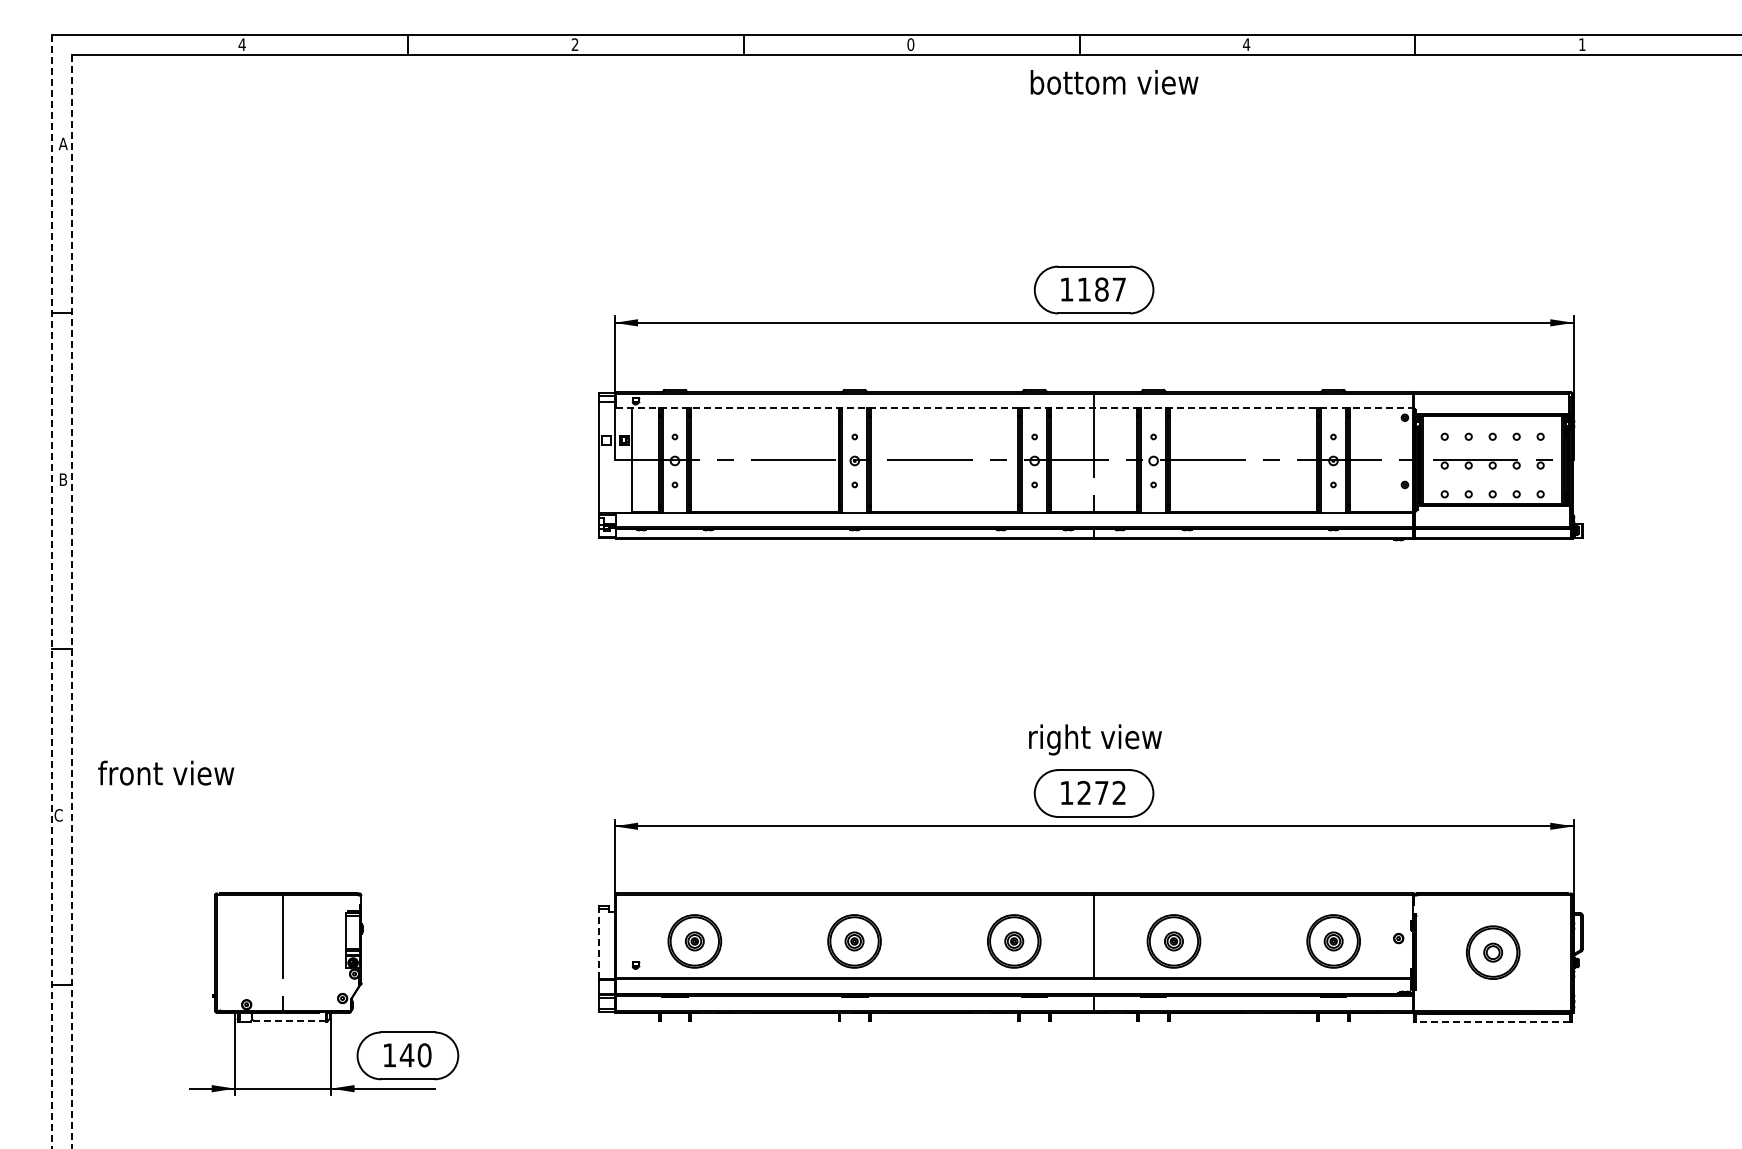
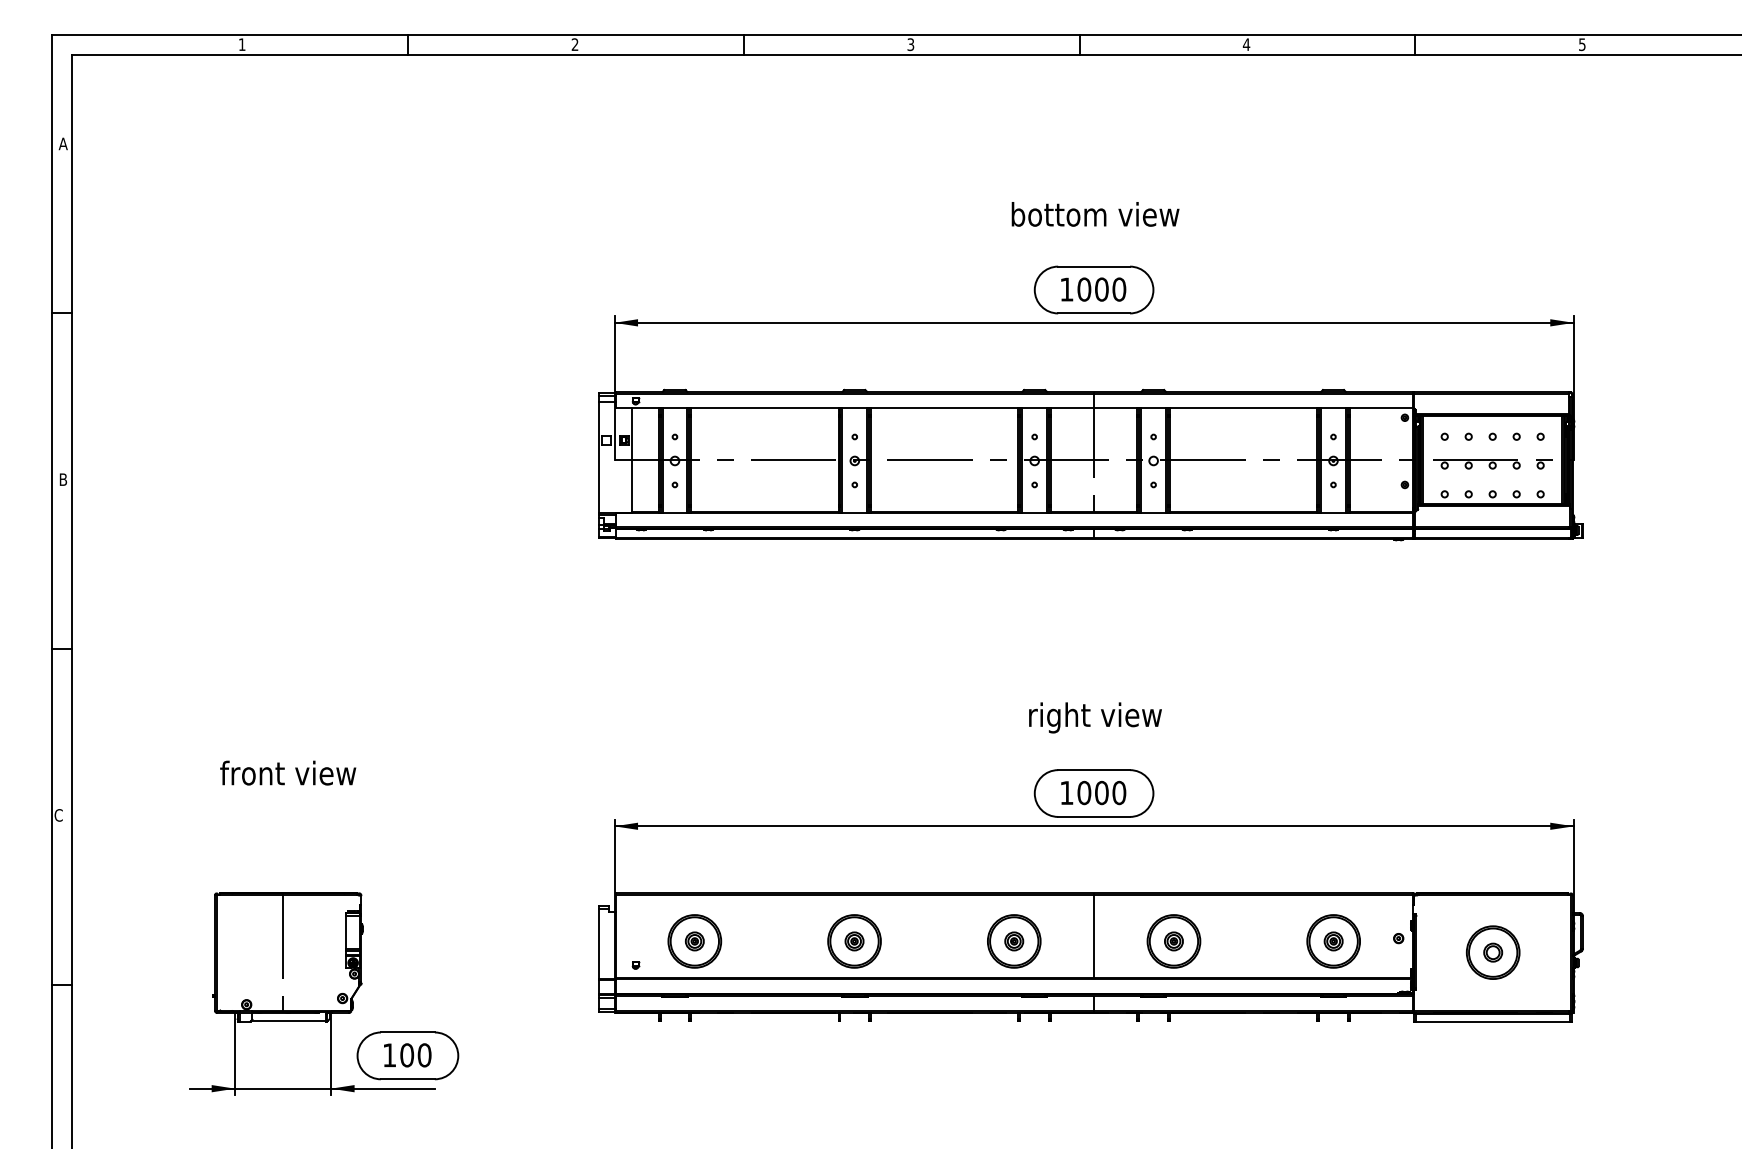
text at (241, 44): 4 -> 1
text at (910, 44): 0 -> 3
text at (1582, 44): 1 -> 5
text at (1114, 82) position: (1114, 82) -> (1095, 214)
text at (1101, 289): 1187 -> 1000
line at (1014, 407): dashed -> solid
line at (52, 591): dashed -> solid
line at (72, 601): dashed -> solid
text at (1095, 739) position: (1095, 739) -> (1095, 717)
text at (166, 772) position: (166, 772) -> (288, 772)
text at (1101, 792): 1272 -> 1000
line at (598, 943): dashed -> solid
line at (288, 1021): dashed -> solid
line at (1492, 1021): dashed -> solid
text at (406, 1055): 140 -> 100
